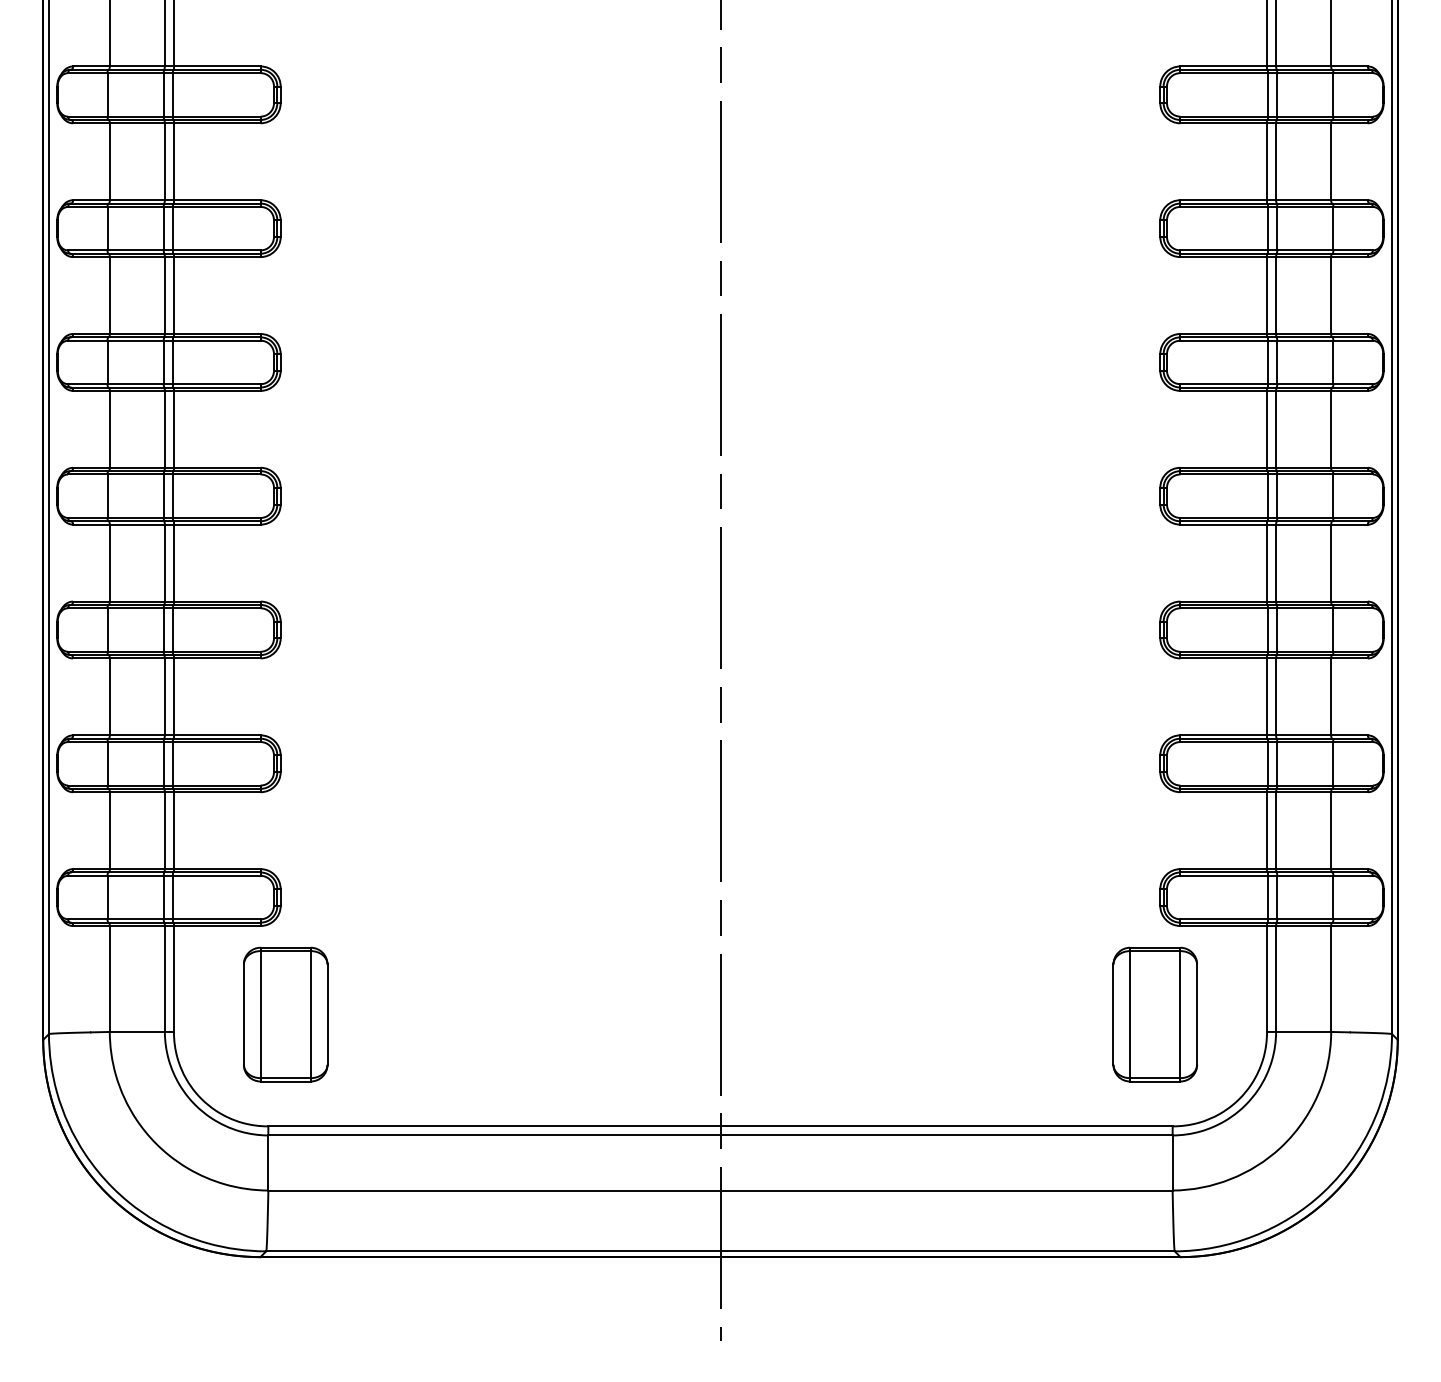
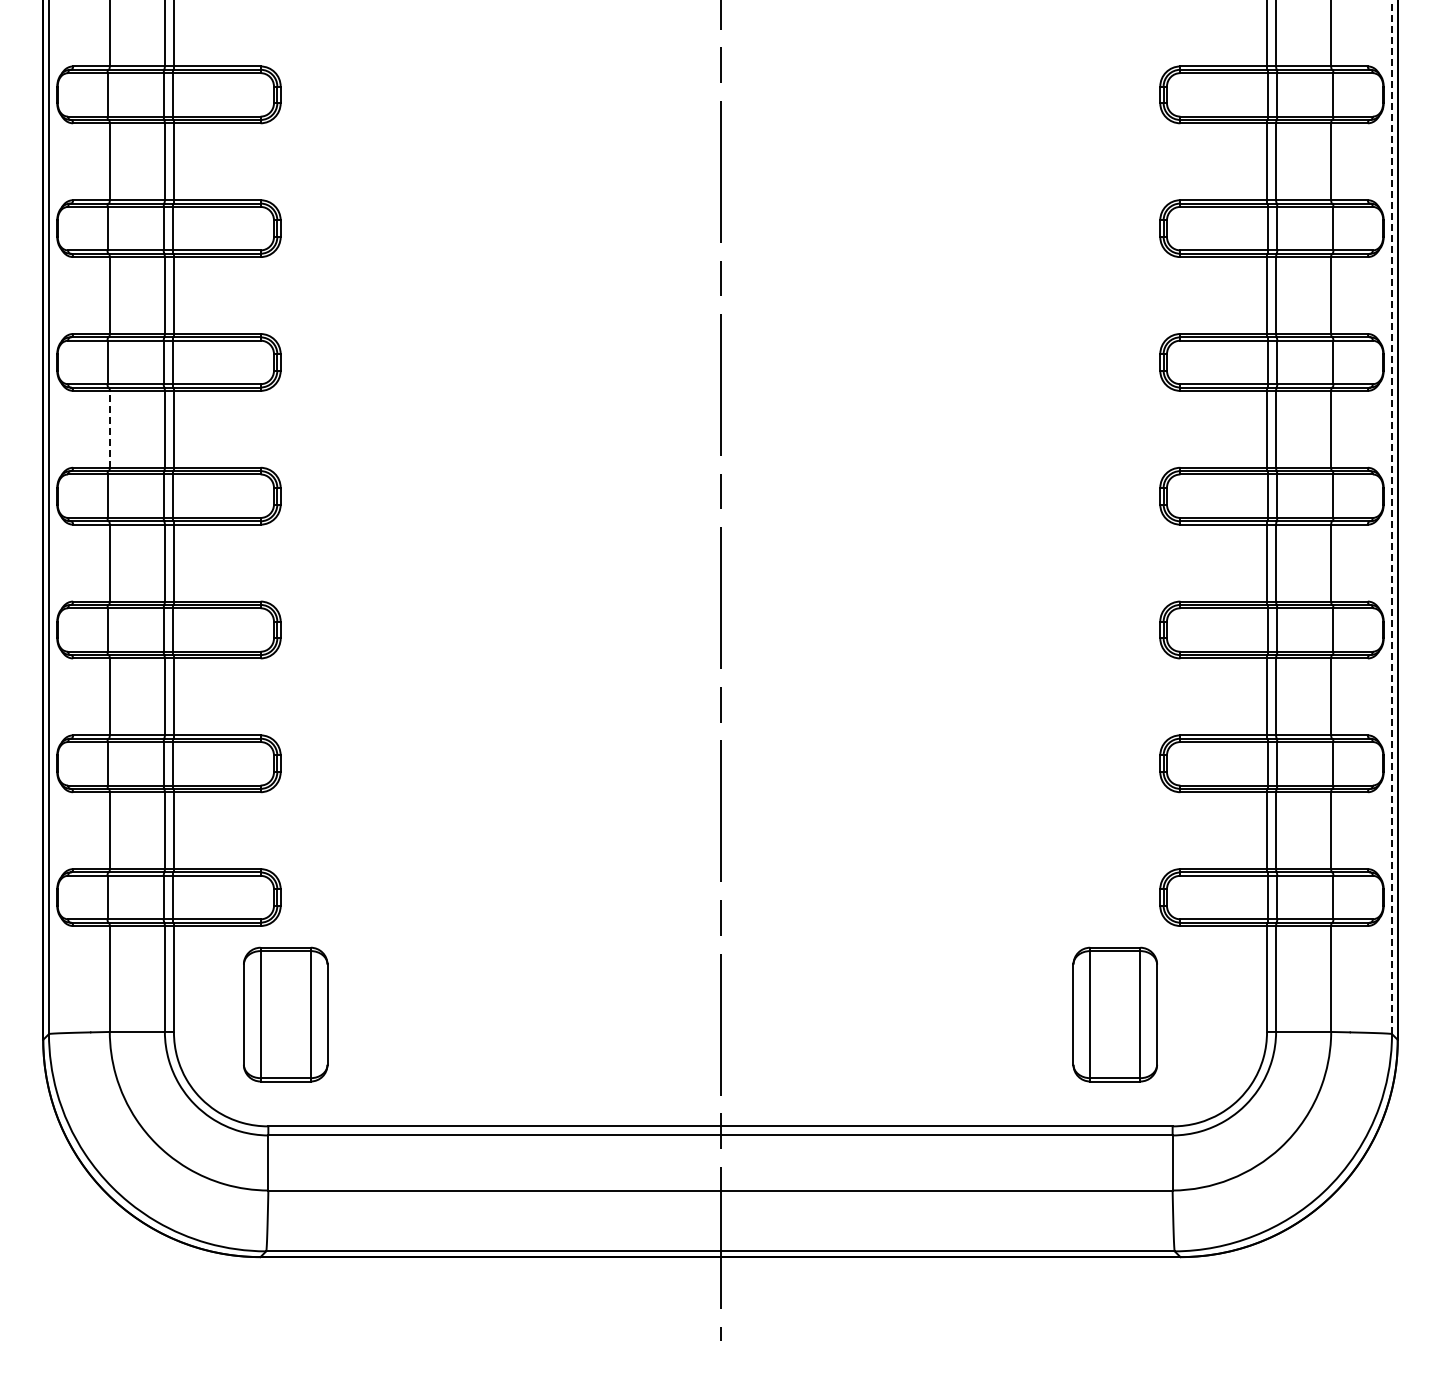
line at (109, 428): solid -> dashed
line at (1392, 517): solid -> dashed
part at (1154, 1014) position: (1154, 1014) -> (1114, 1014)
